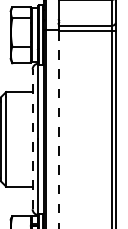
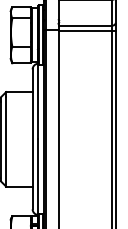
line at (59, 129): dashed -> solid
line at (32, 139): dashed -> solid
